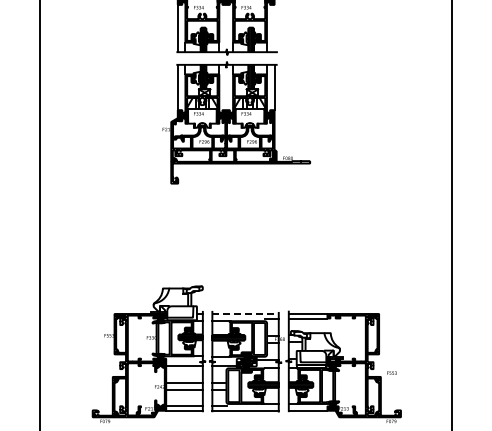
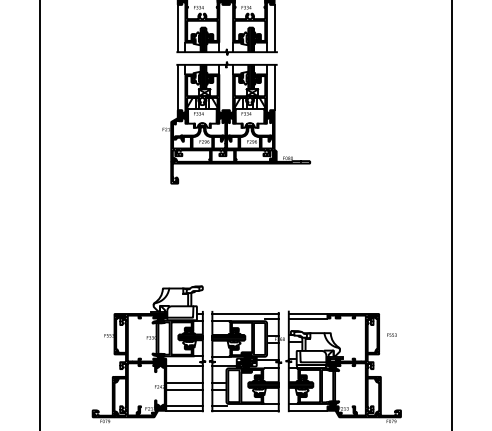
line at (274, 28): none -> present
line at (246, 313): dashed -> solid
text at (391, 372) position: (391, 372) -> (391, 334)
